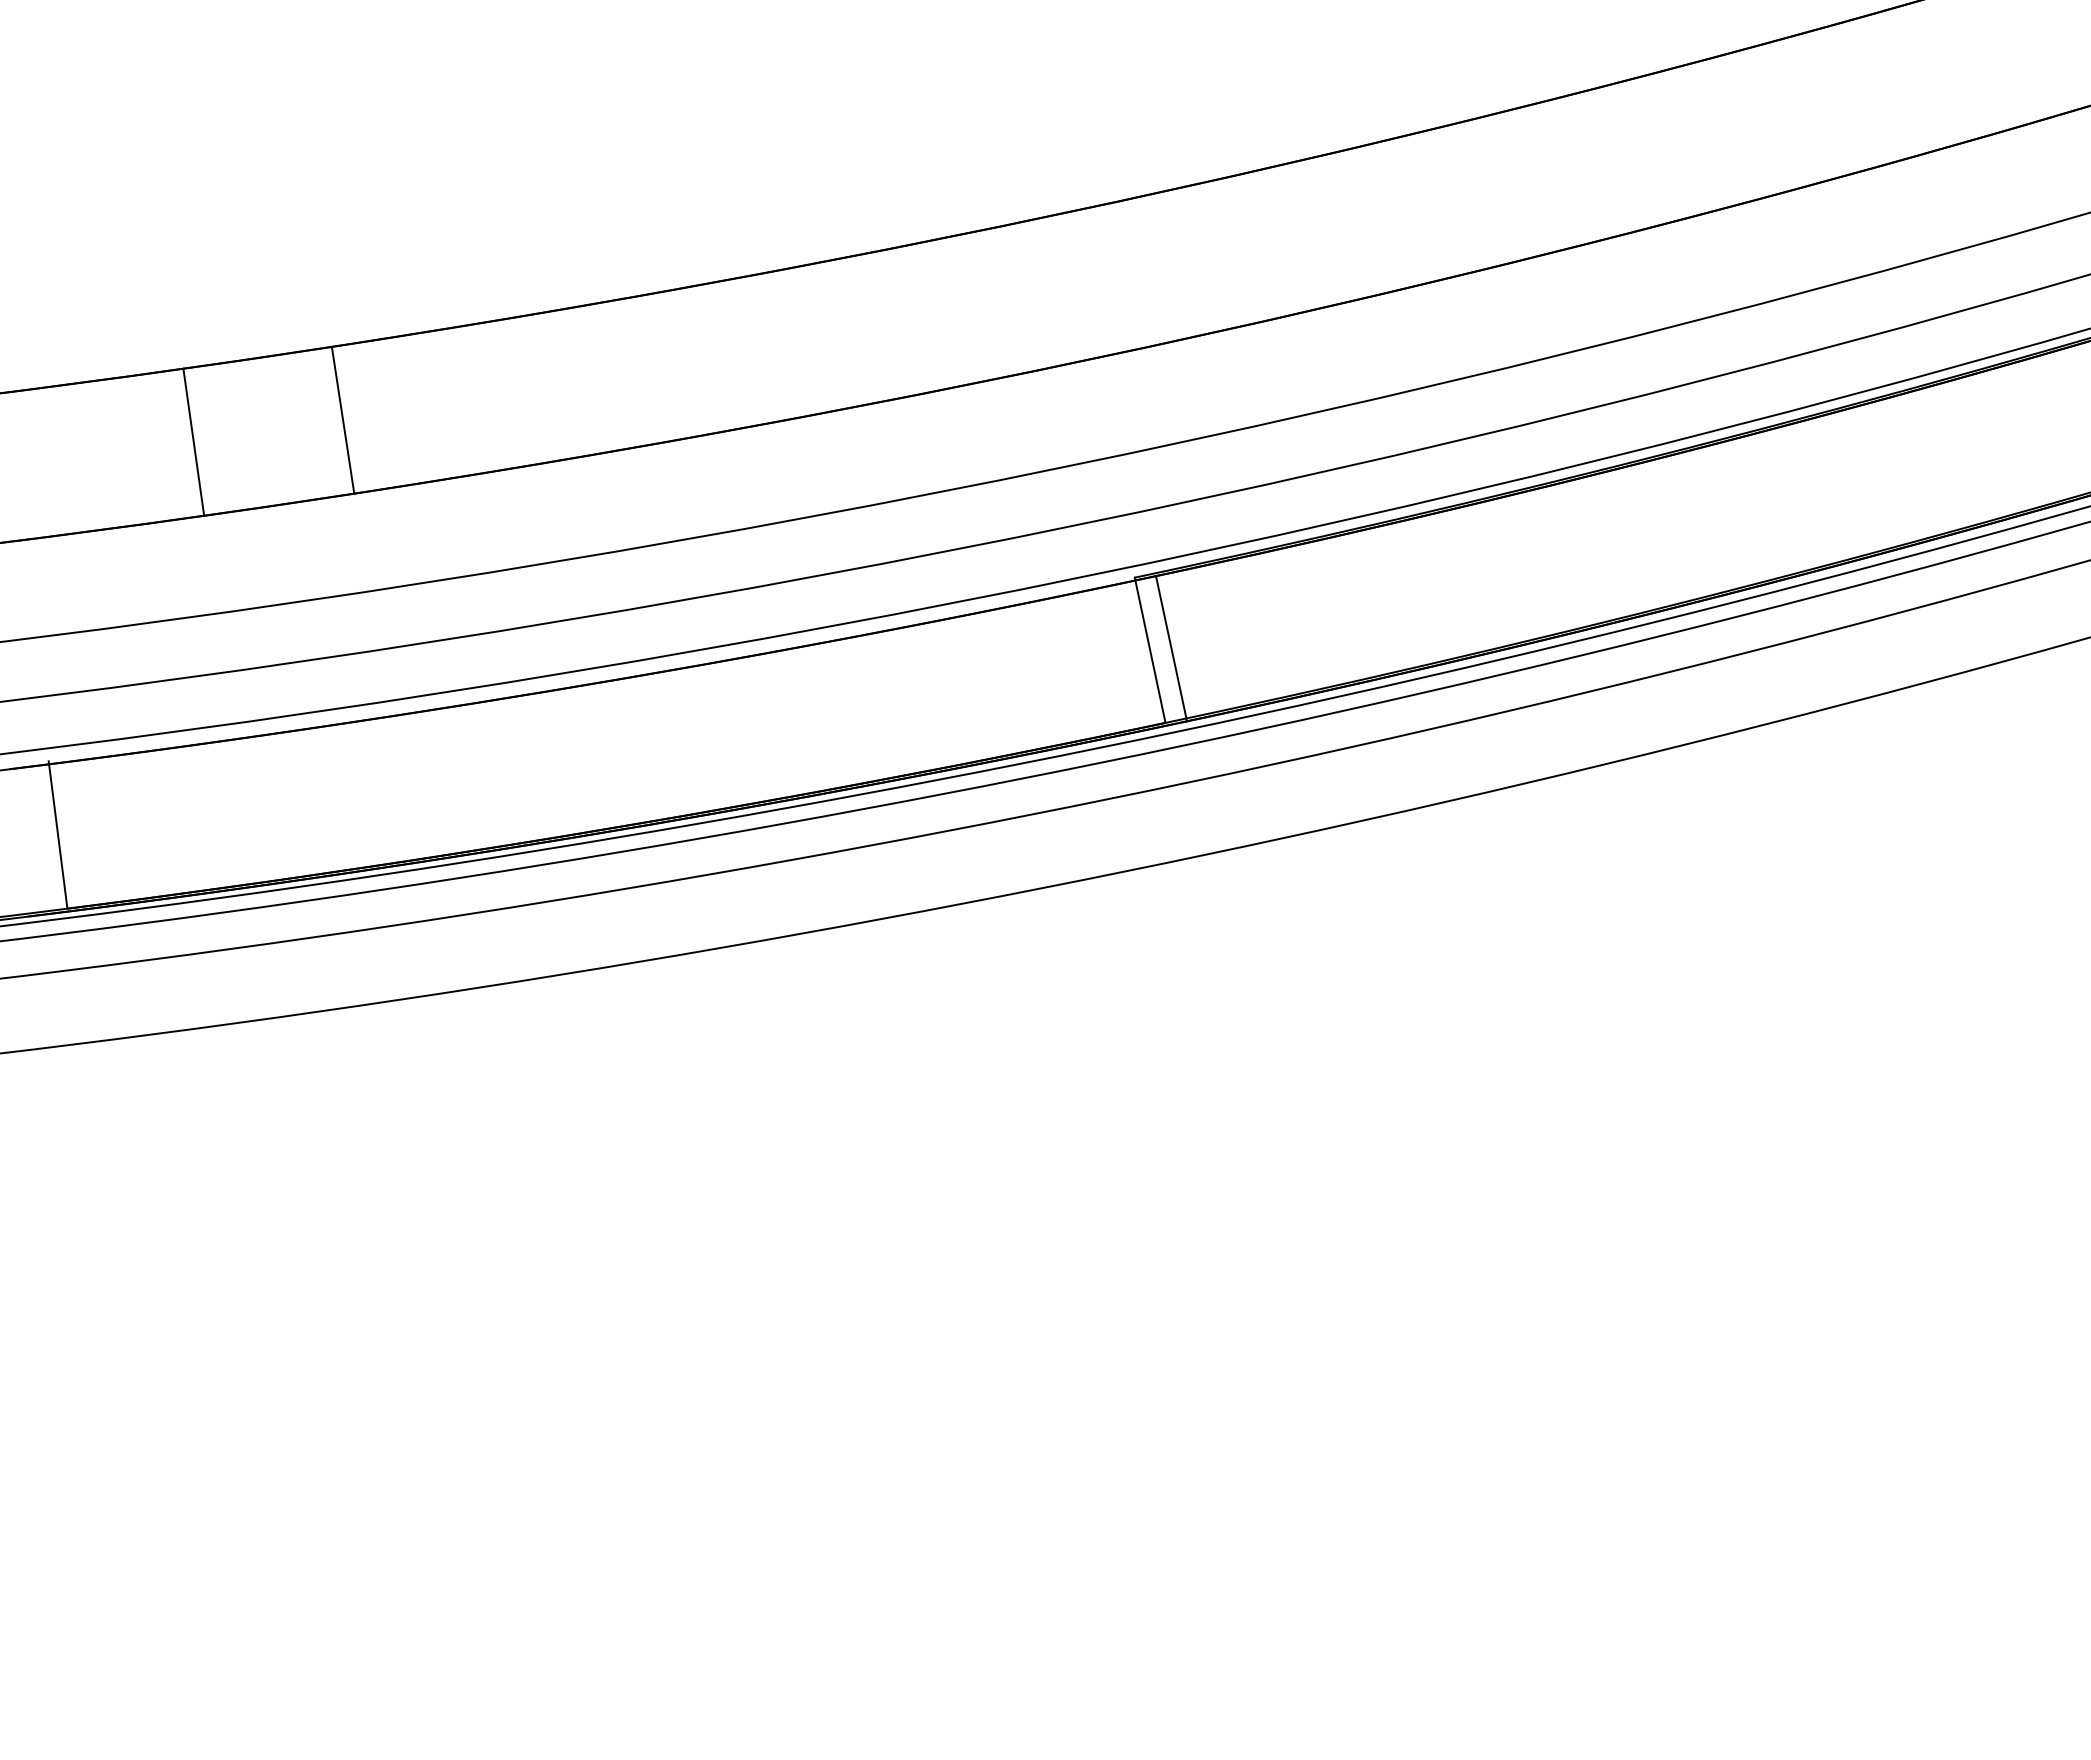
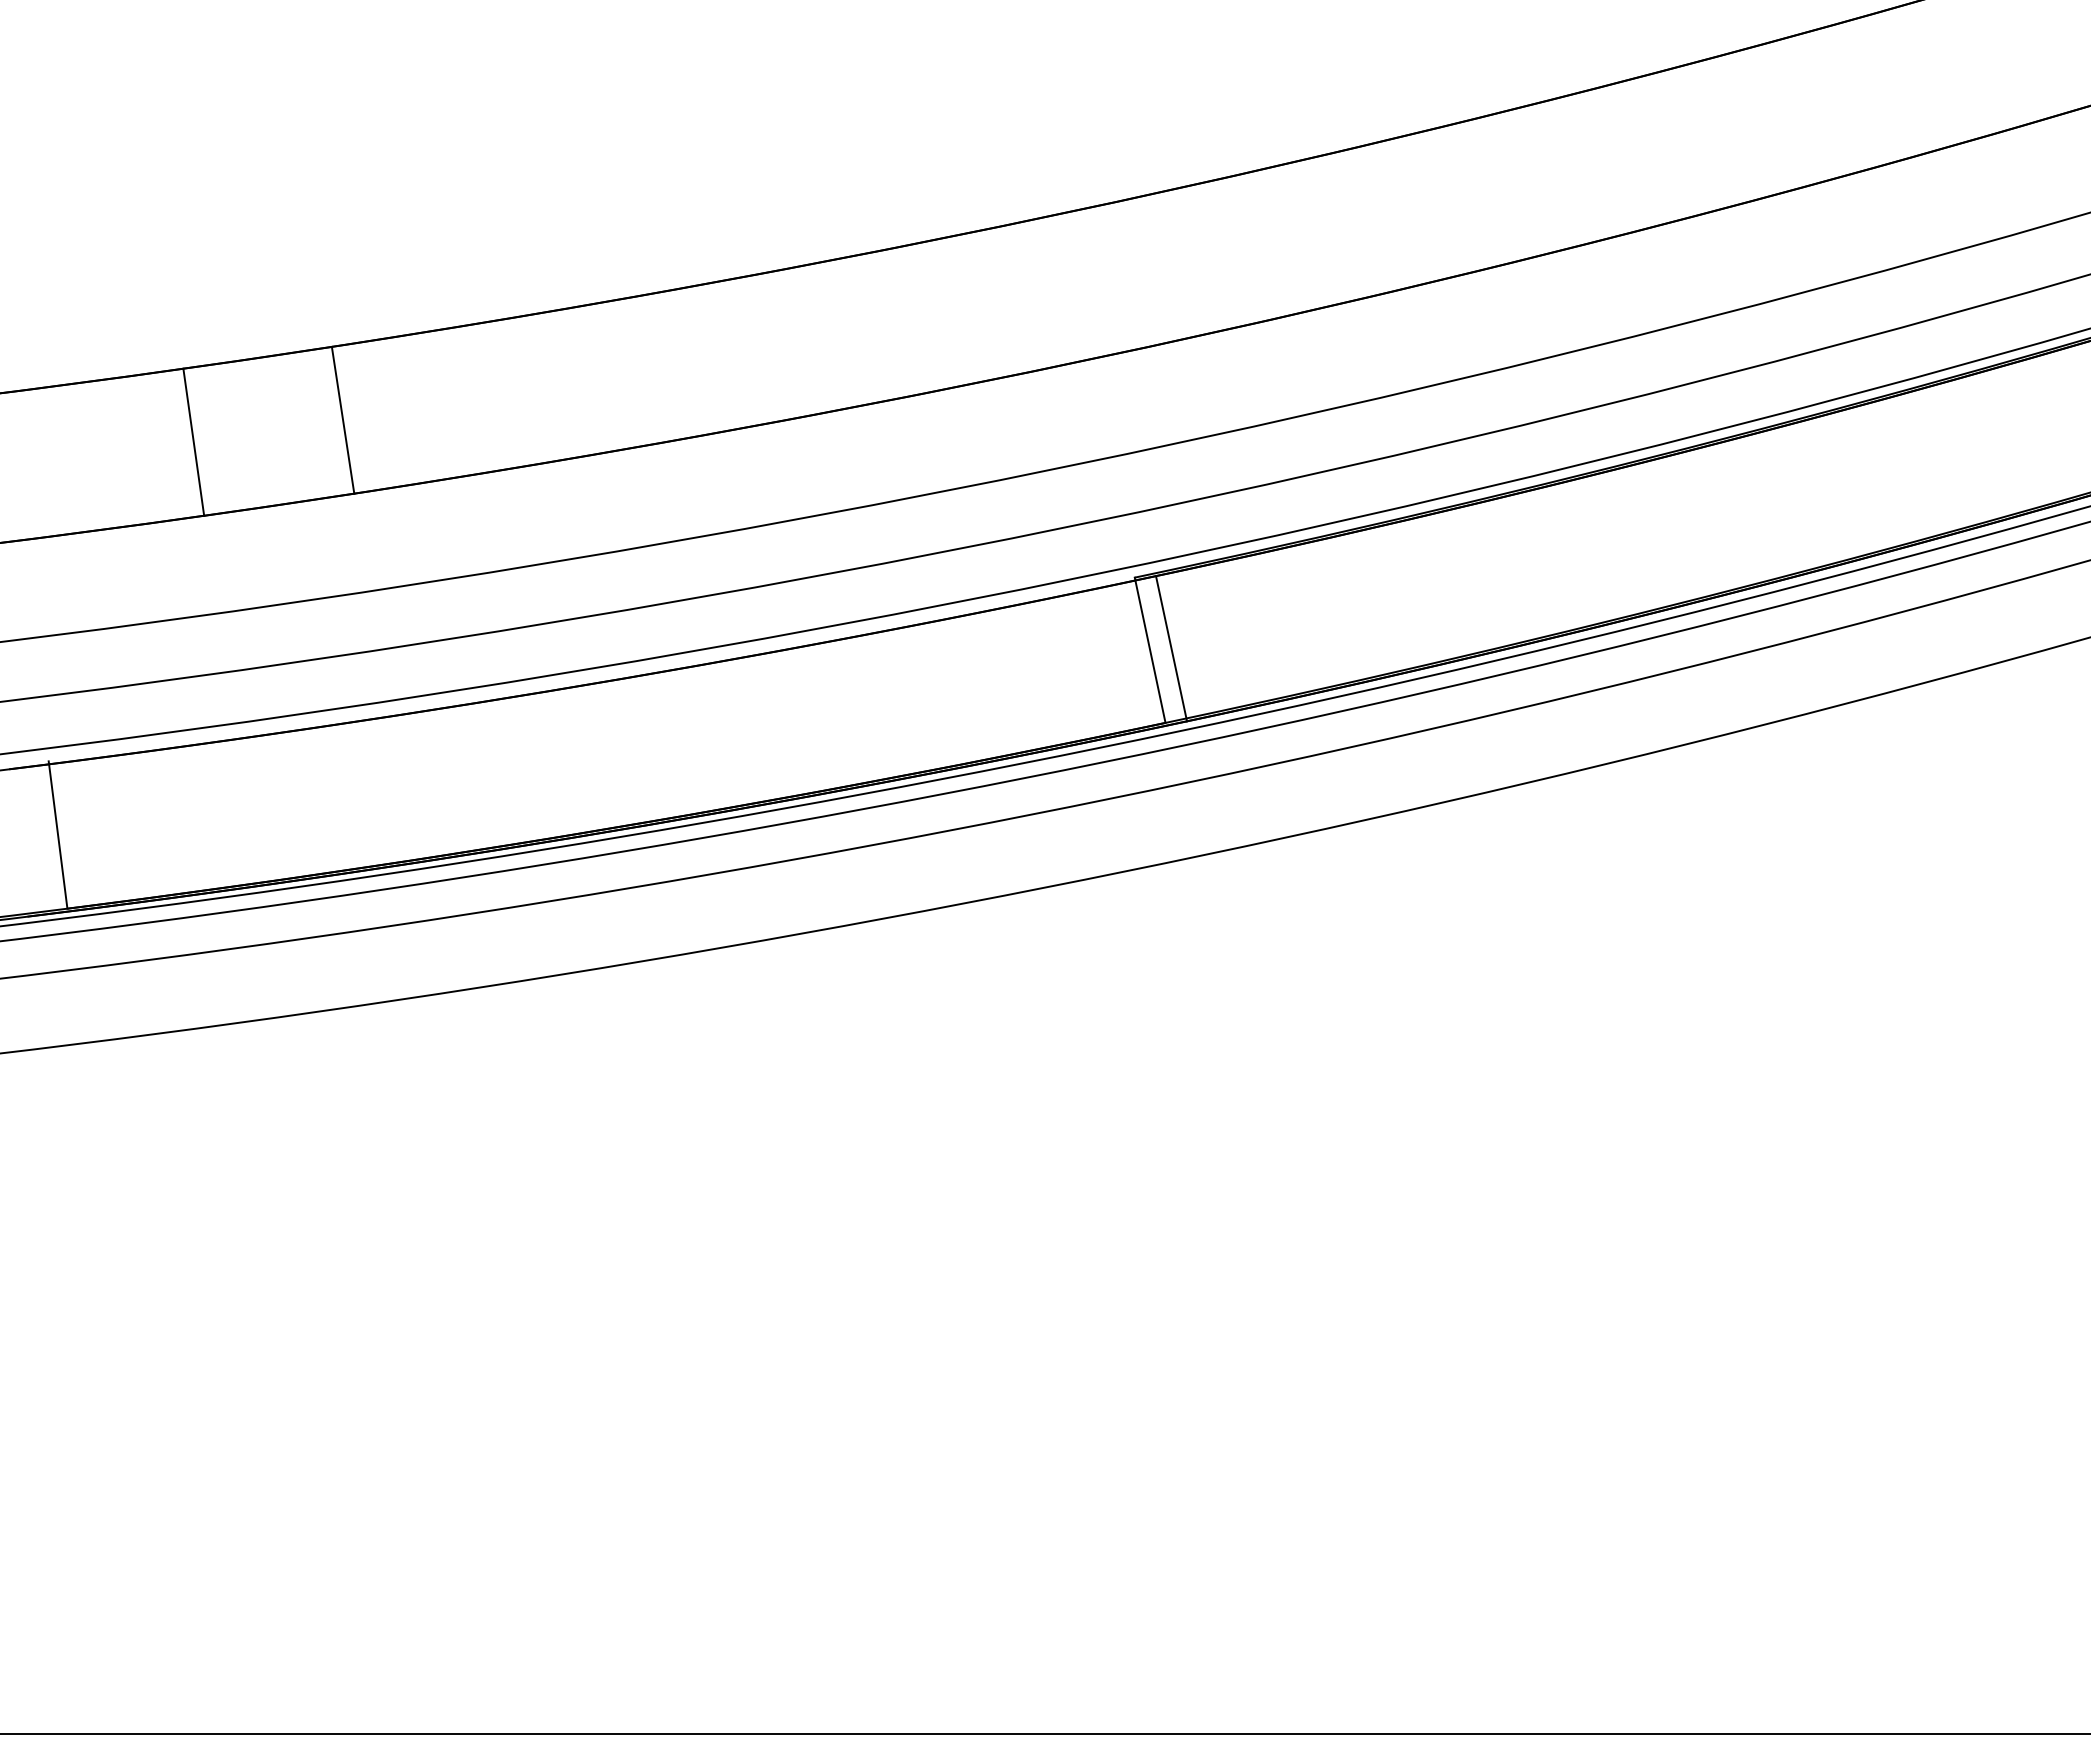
line at (1044, 1733): none -> present
